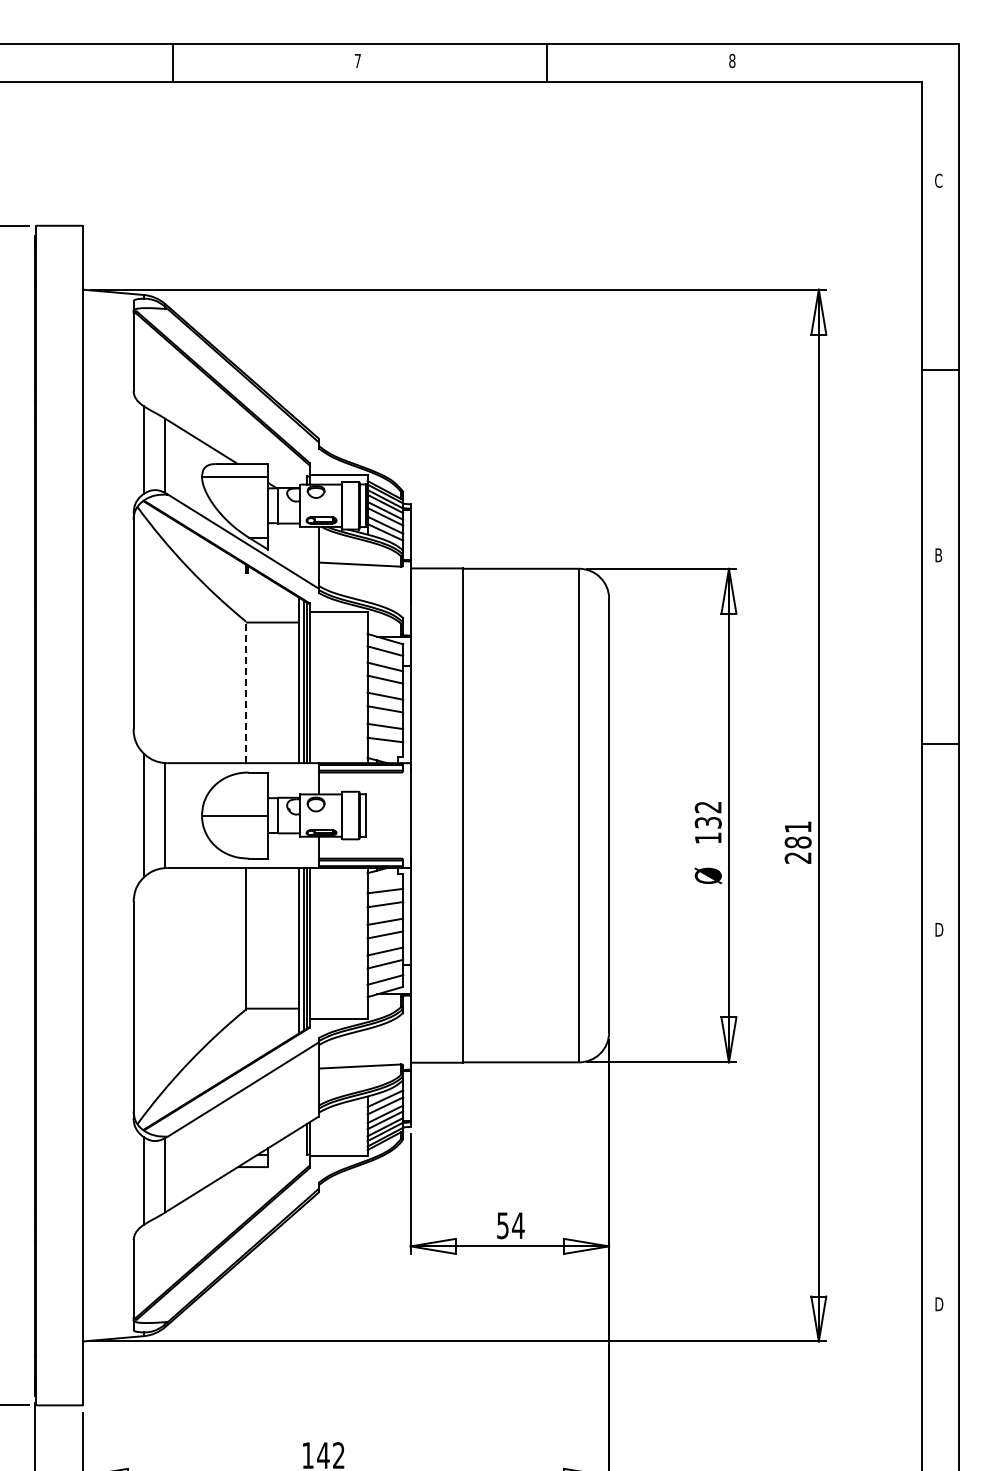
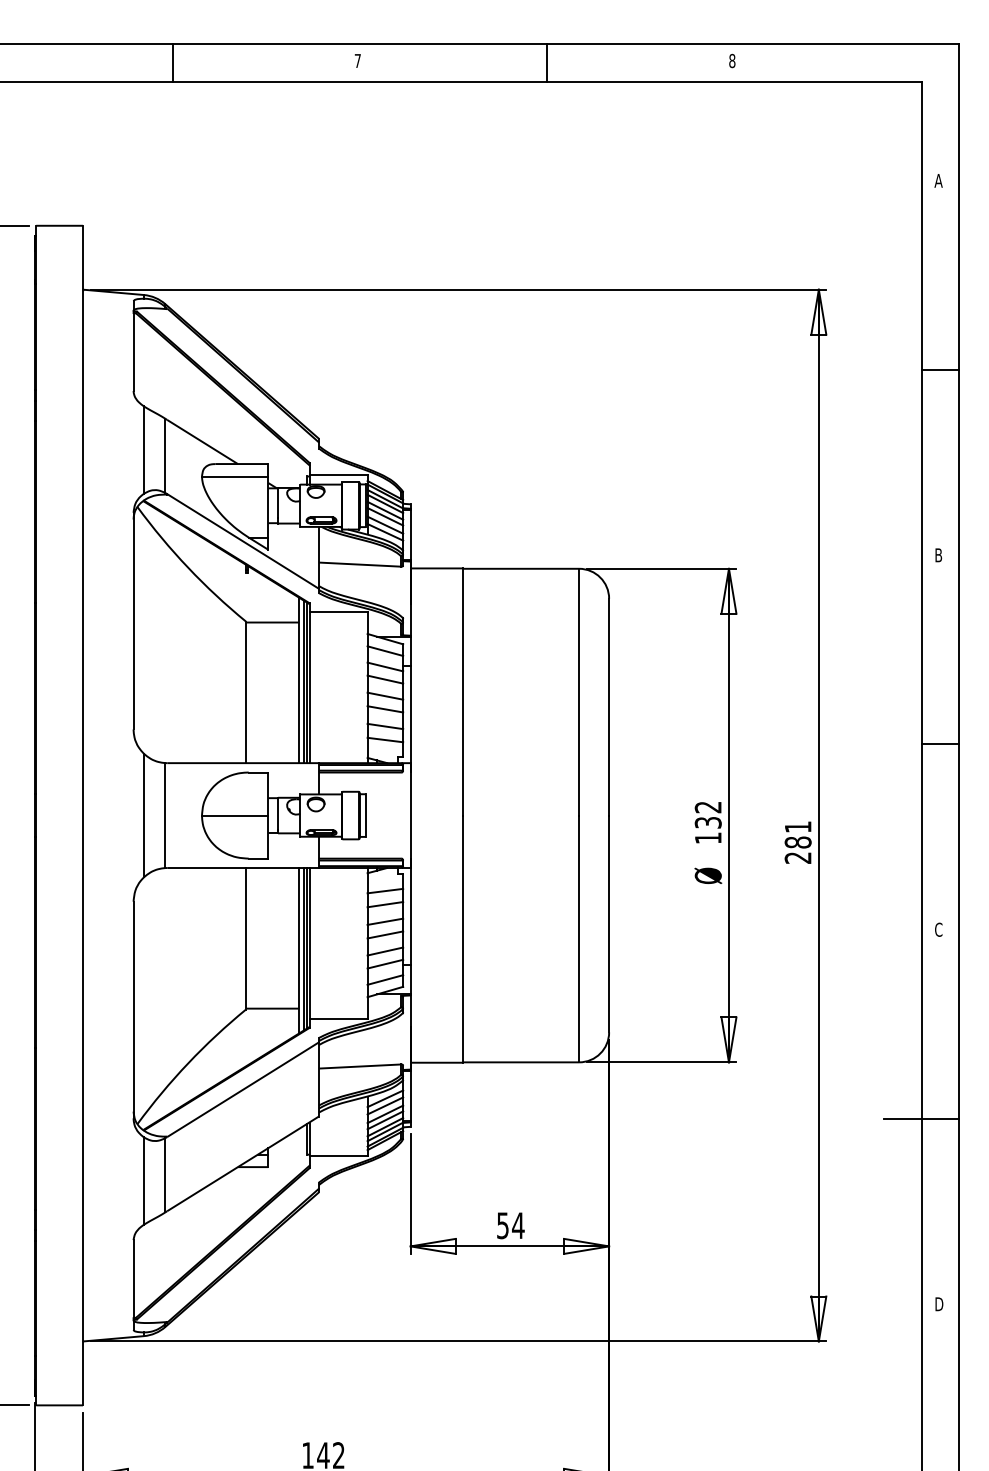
text at (938, 180): C -> A
line at (245, 692): dashed -> solid
text at (939, 929): D -> C
line at (921, 1118): none -> present
